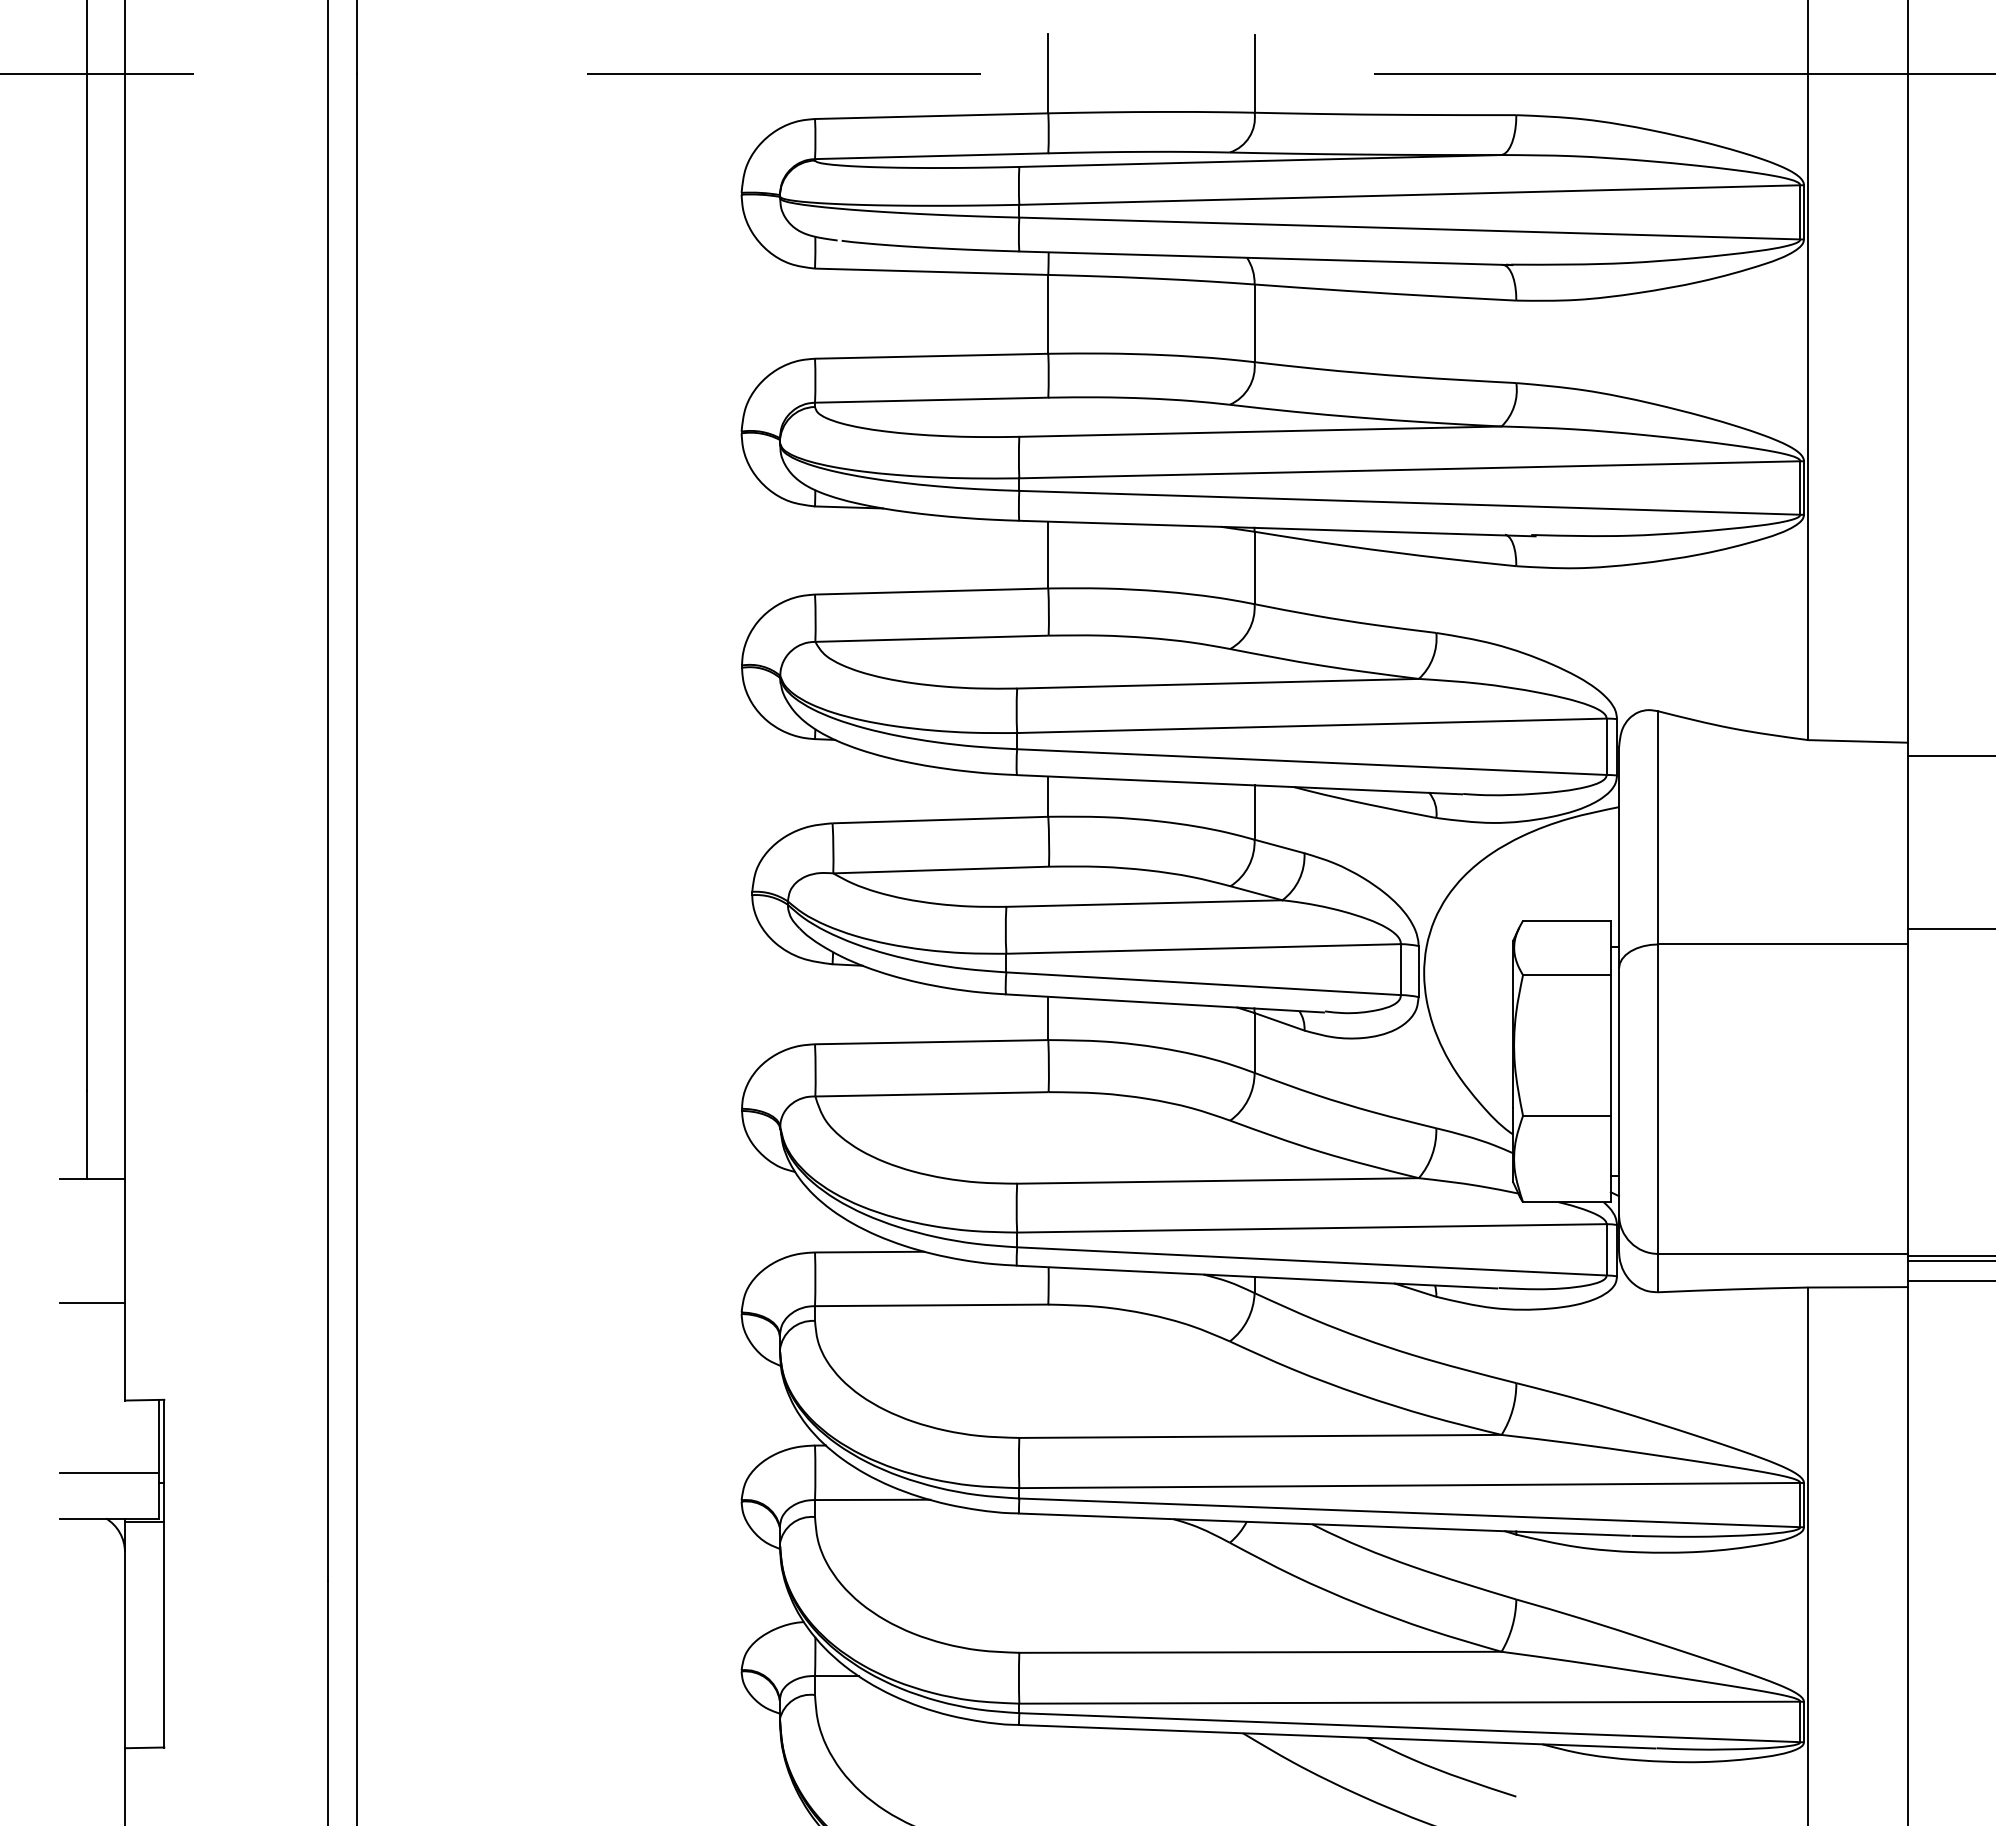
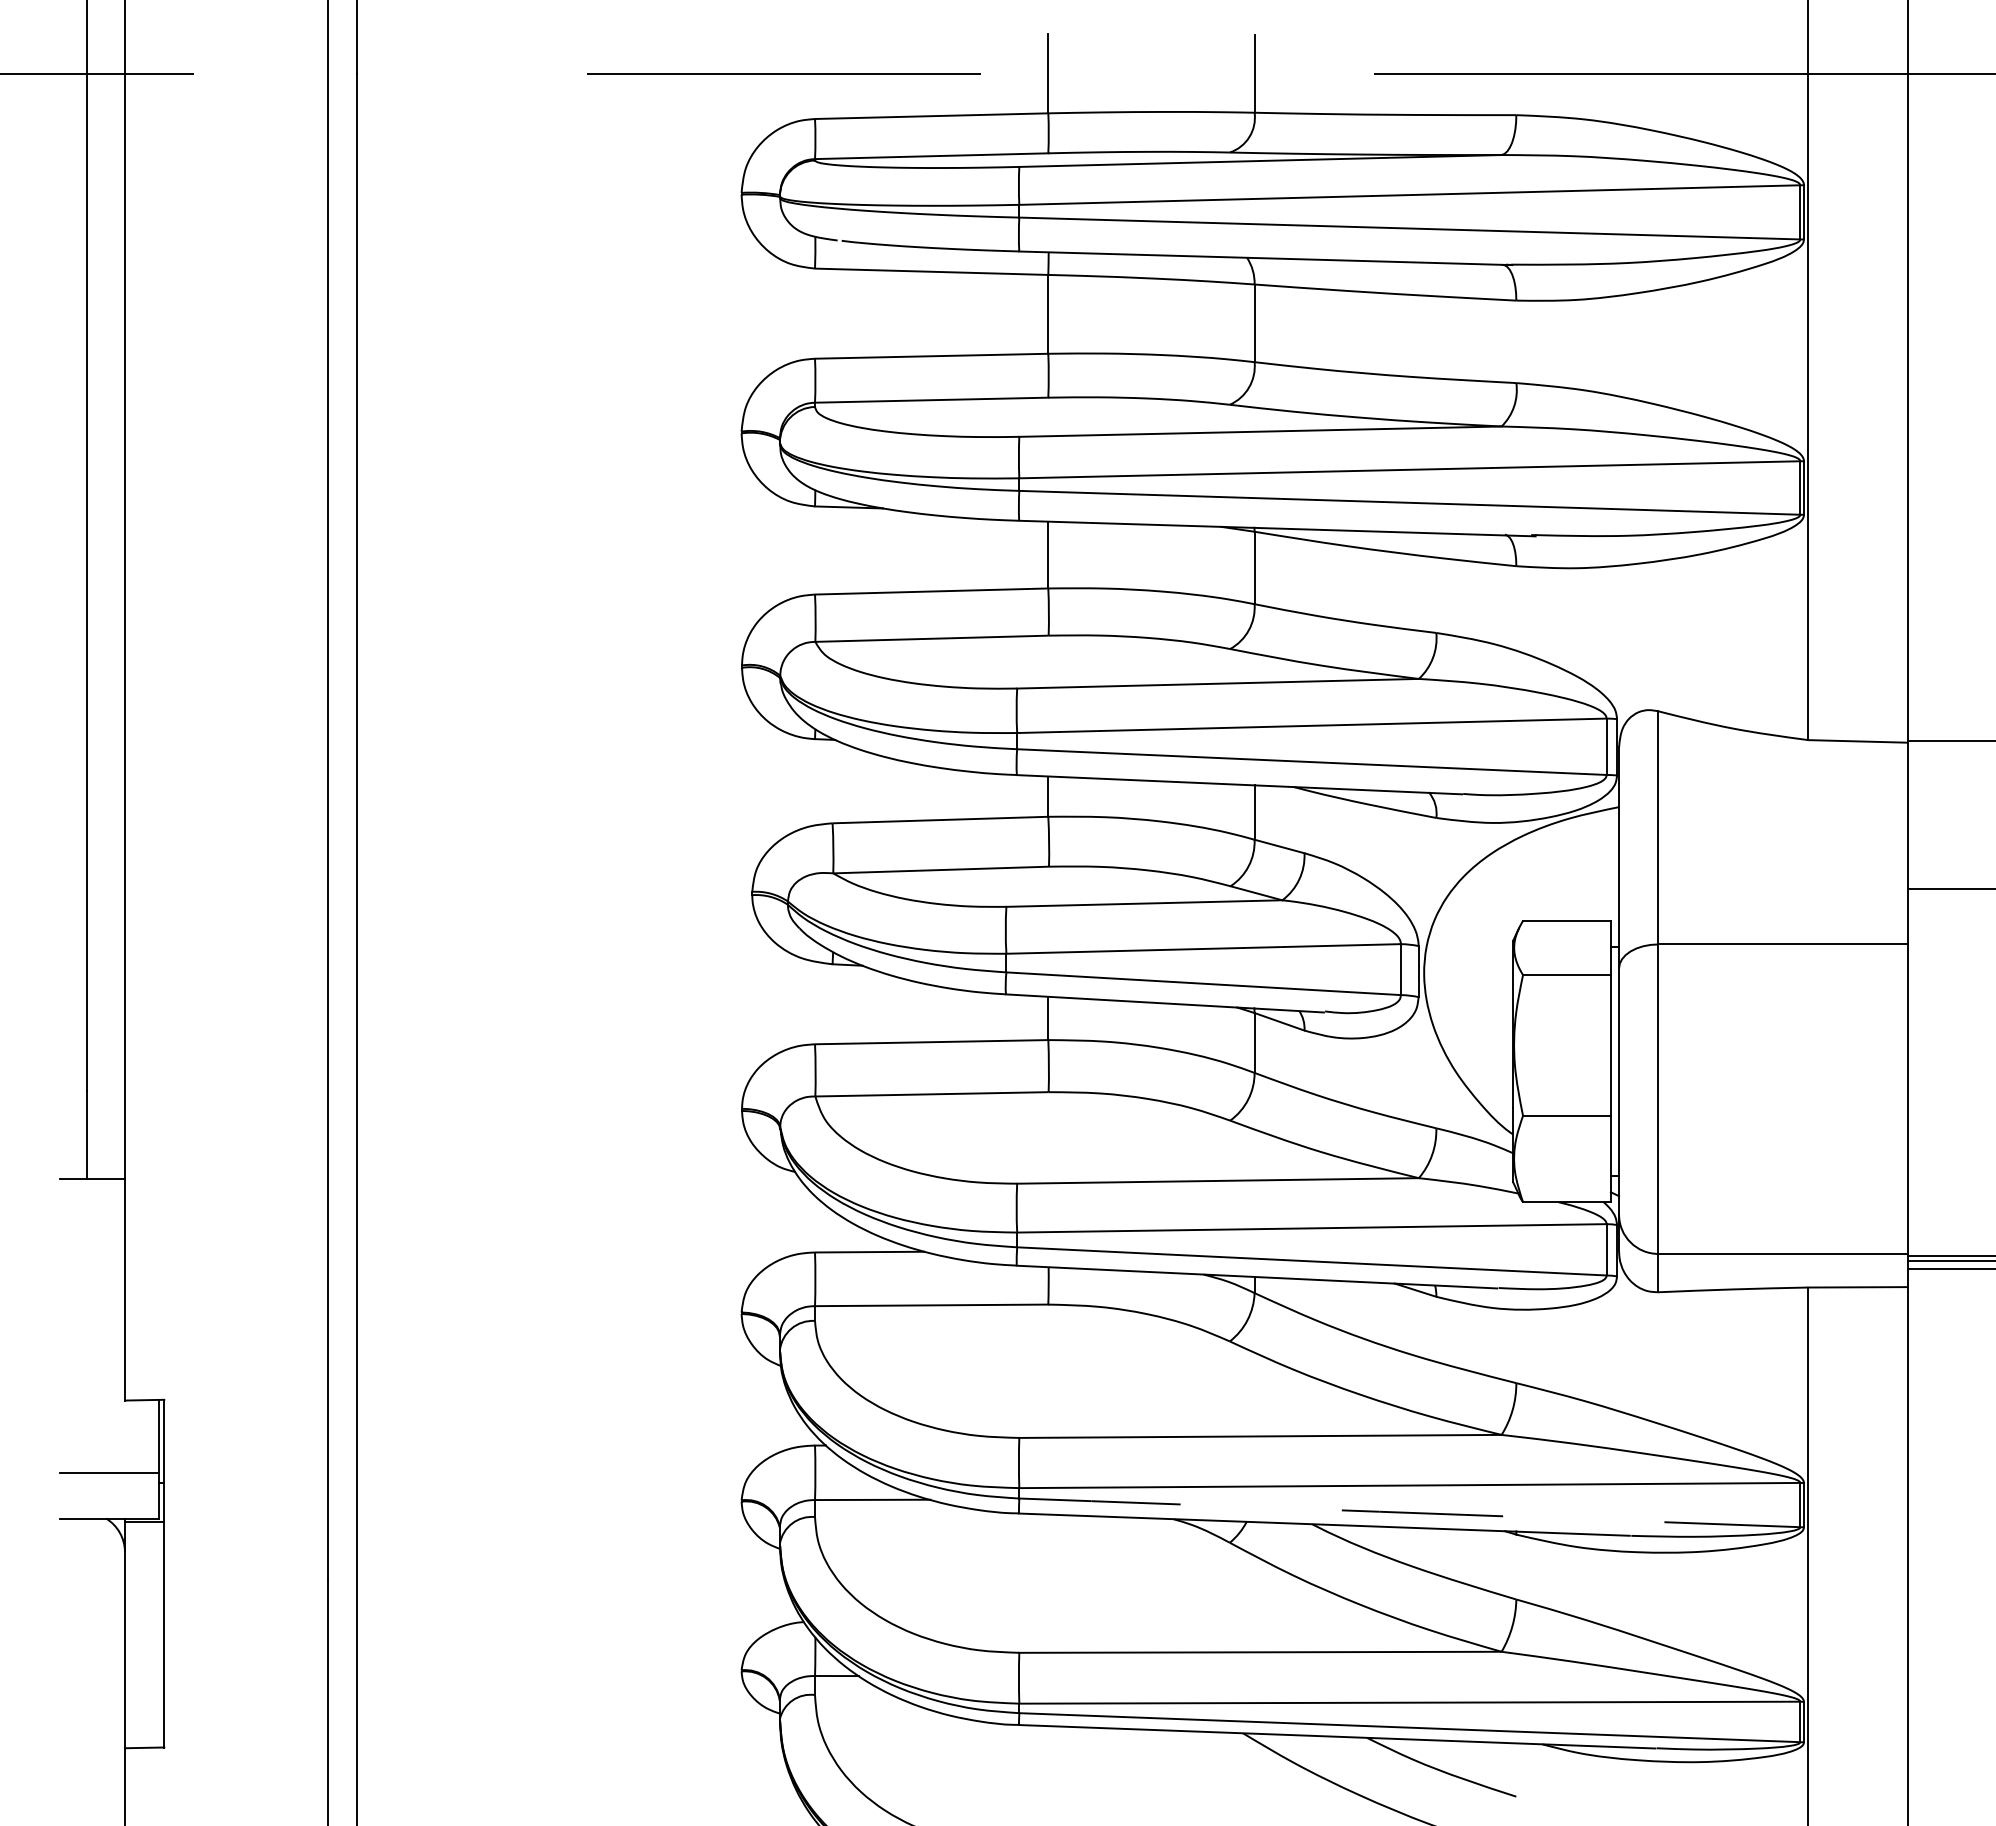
line at (1949, 755) position: (1949, 755) -> (1949, 740)
line at (1949, 929) position: (1949, 929) -> (1949, 889)
line at (1949, 1281) position: (1949, 1281) -> (1949, 1269)
line at (91, 1302): present -> none
line at (1408, 1512): solid -> dashed
